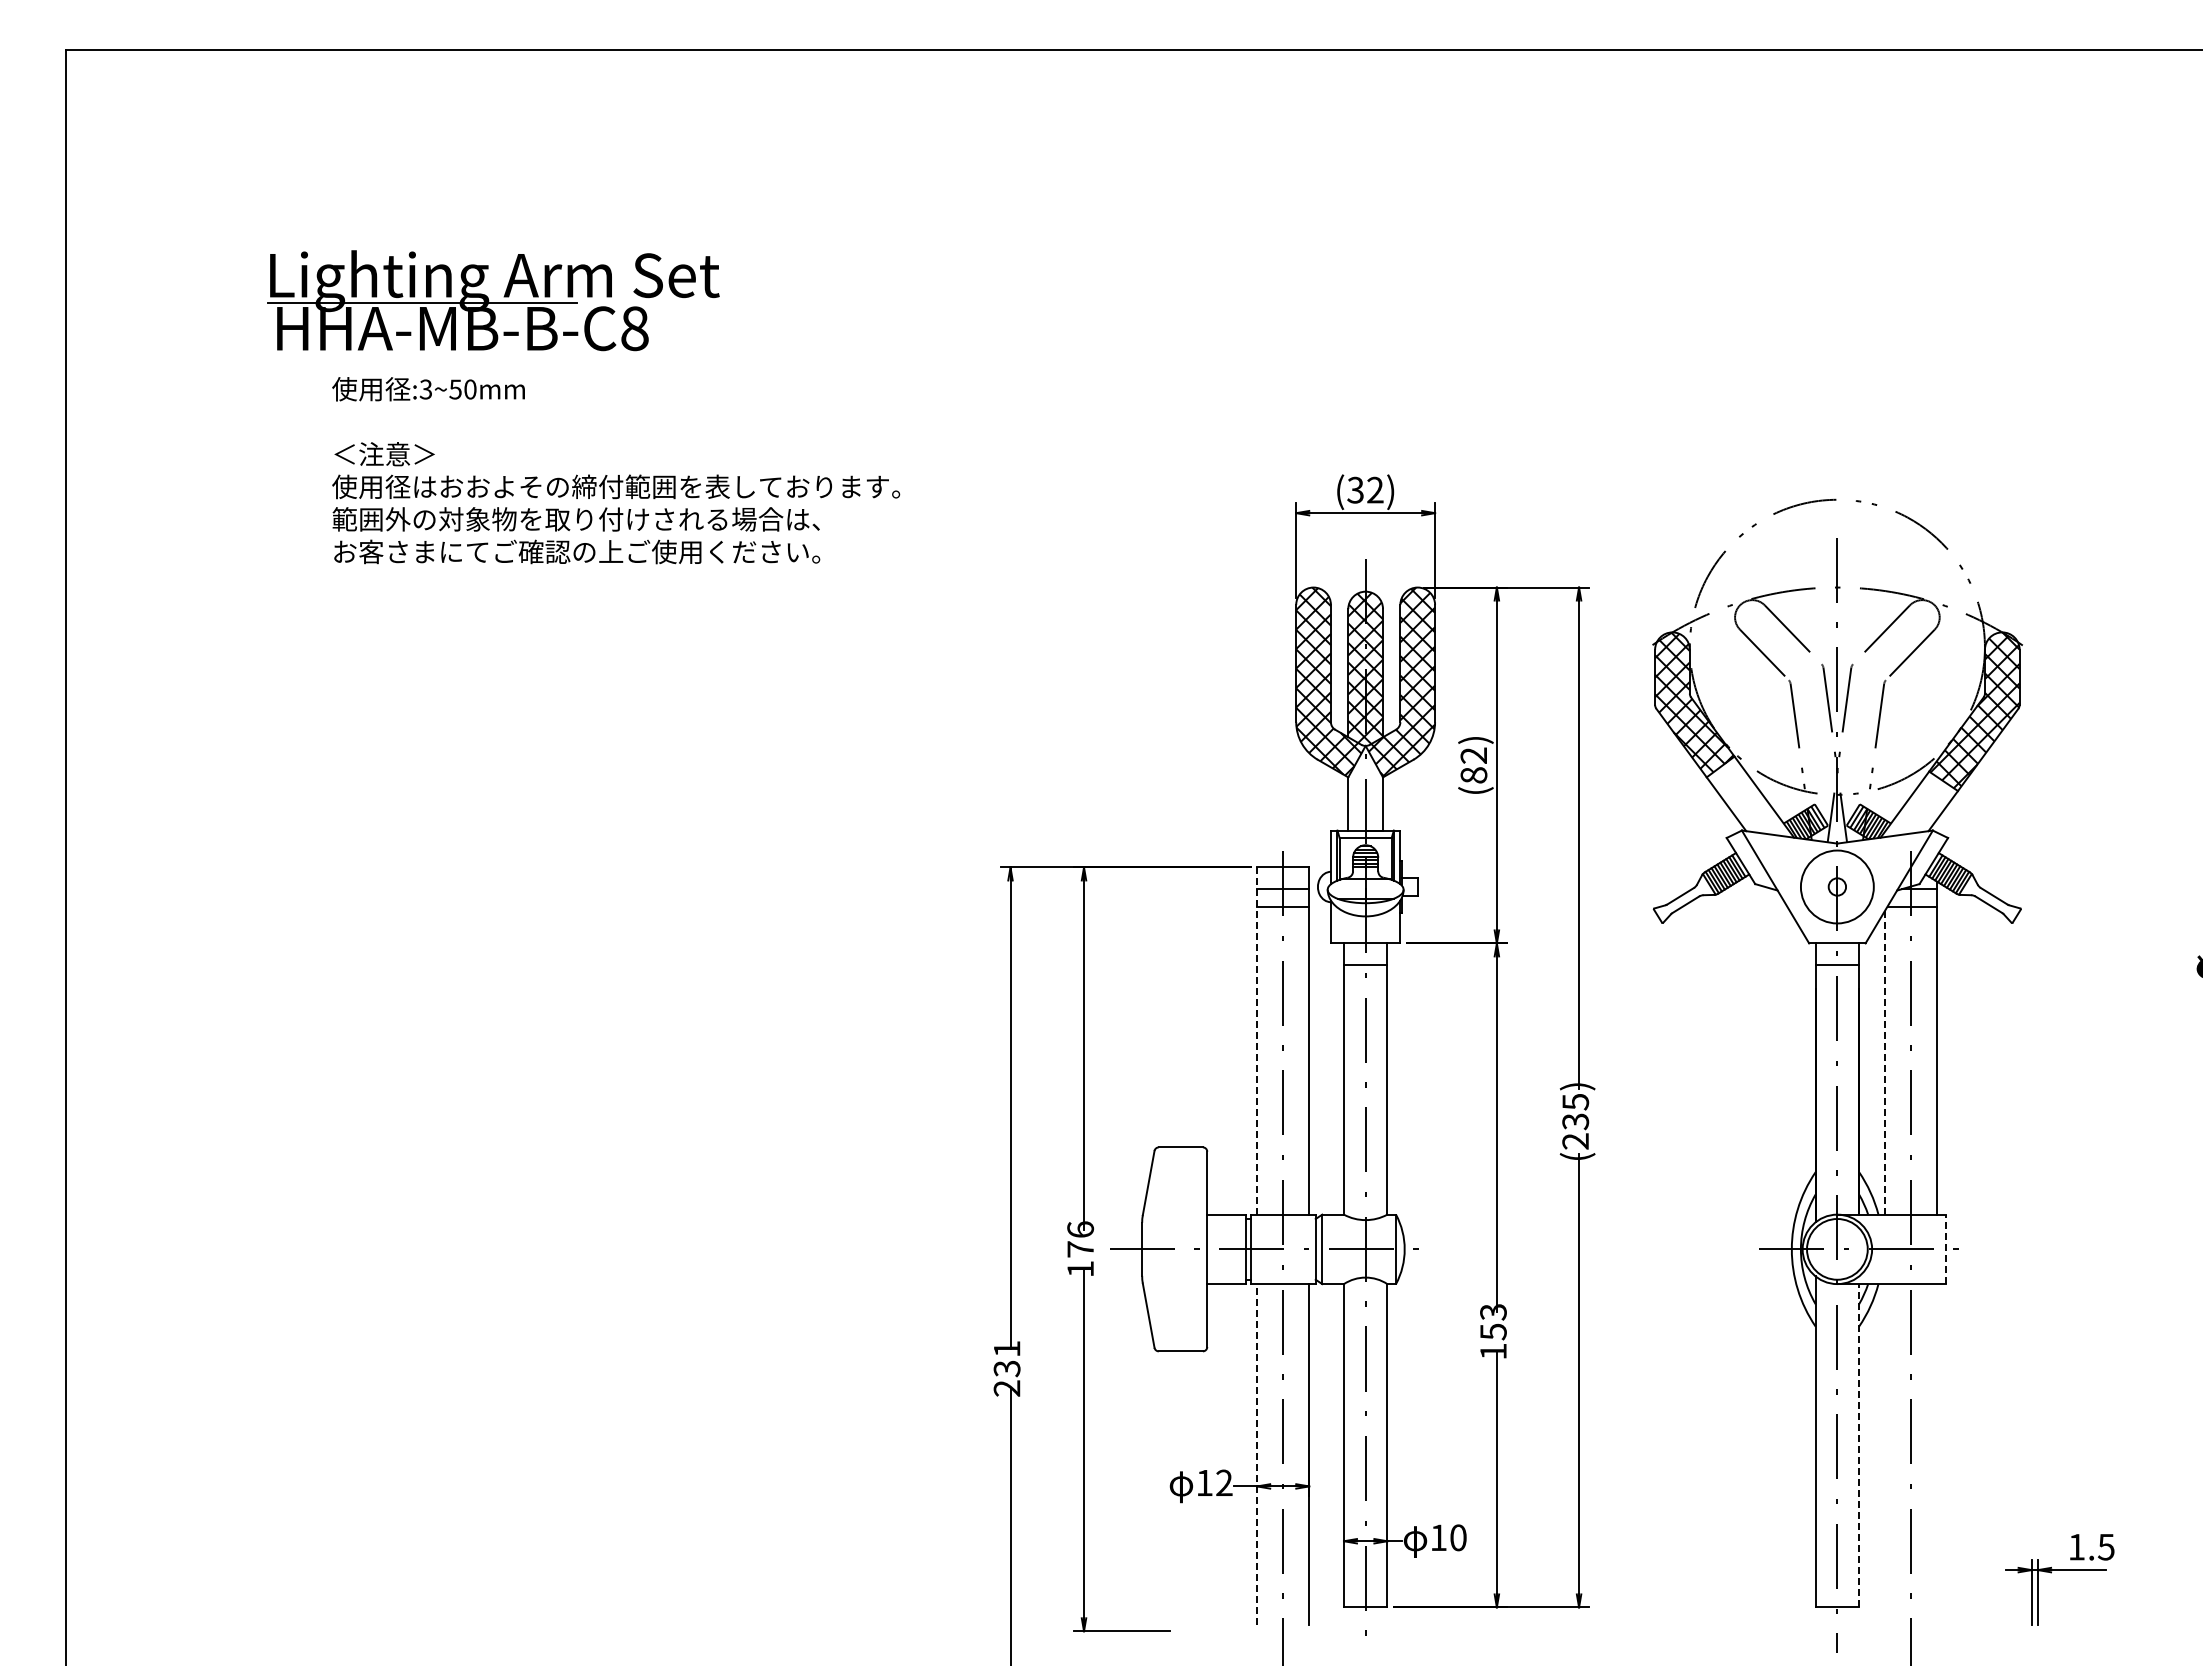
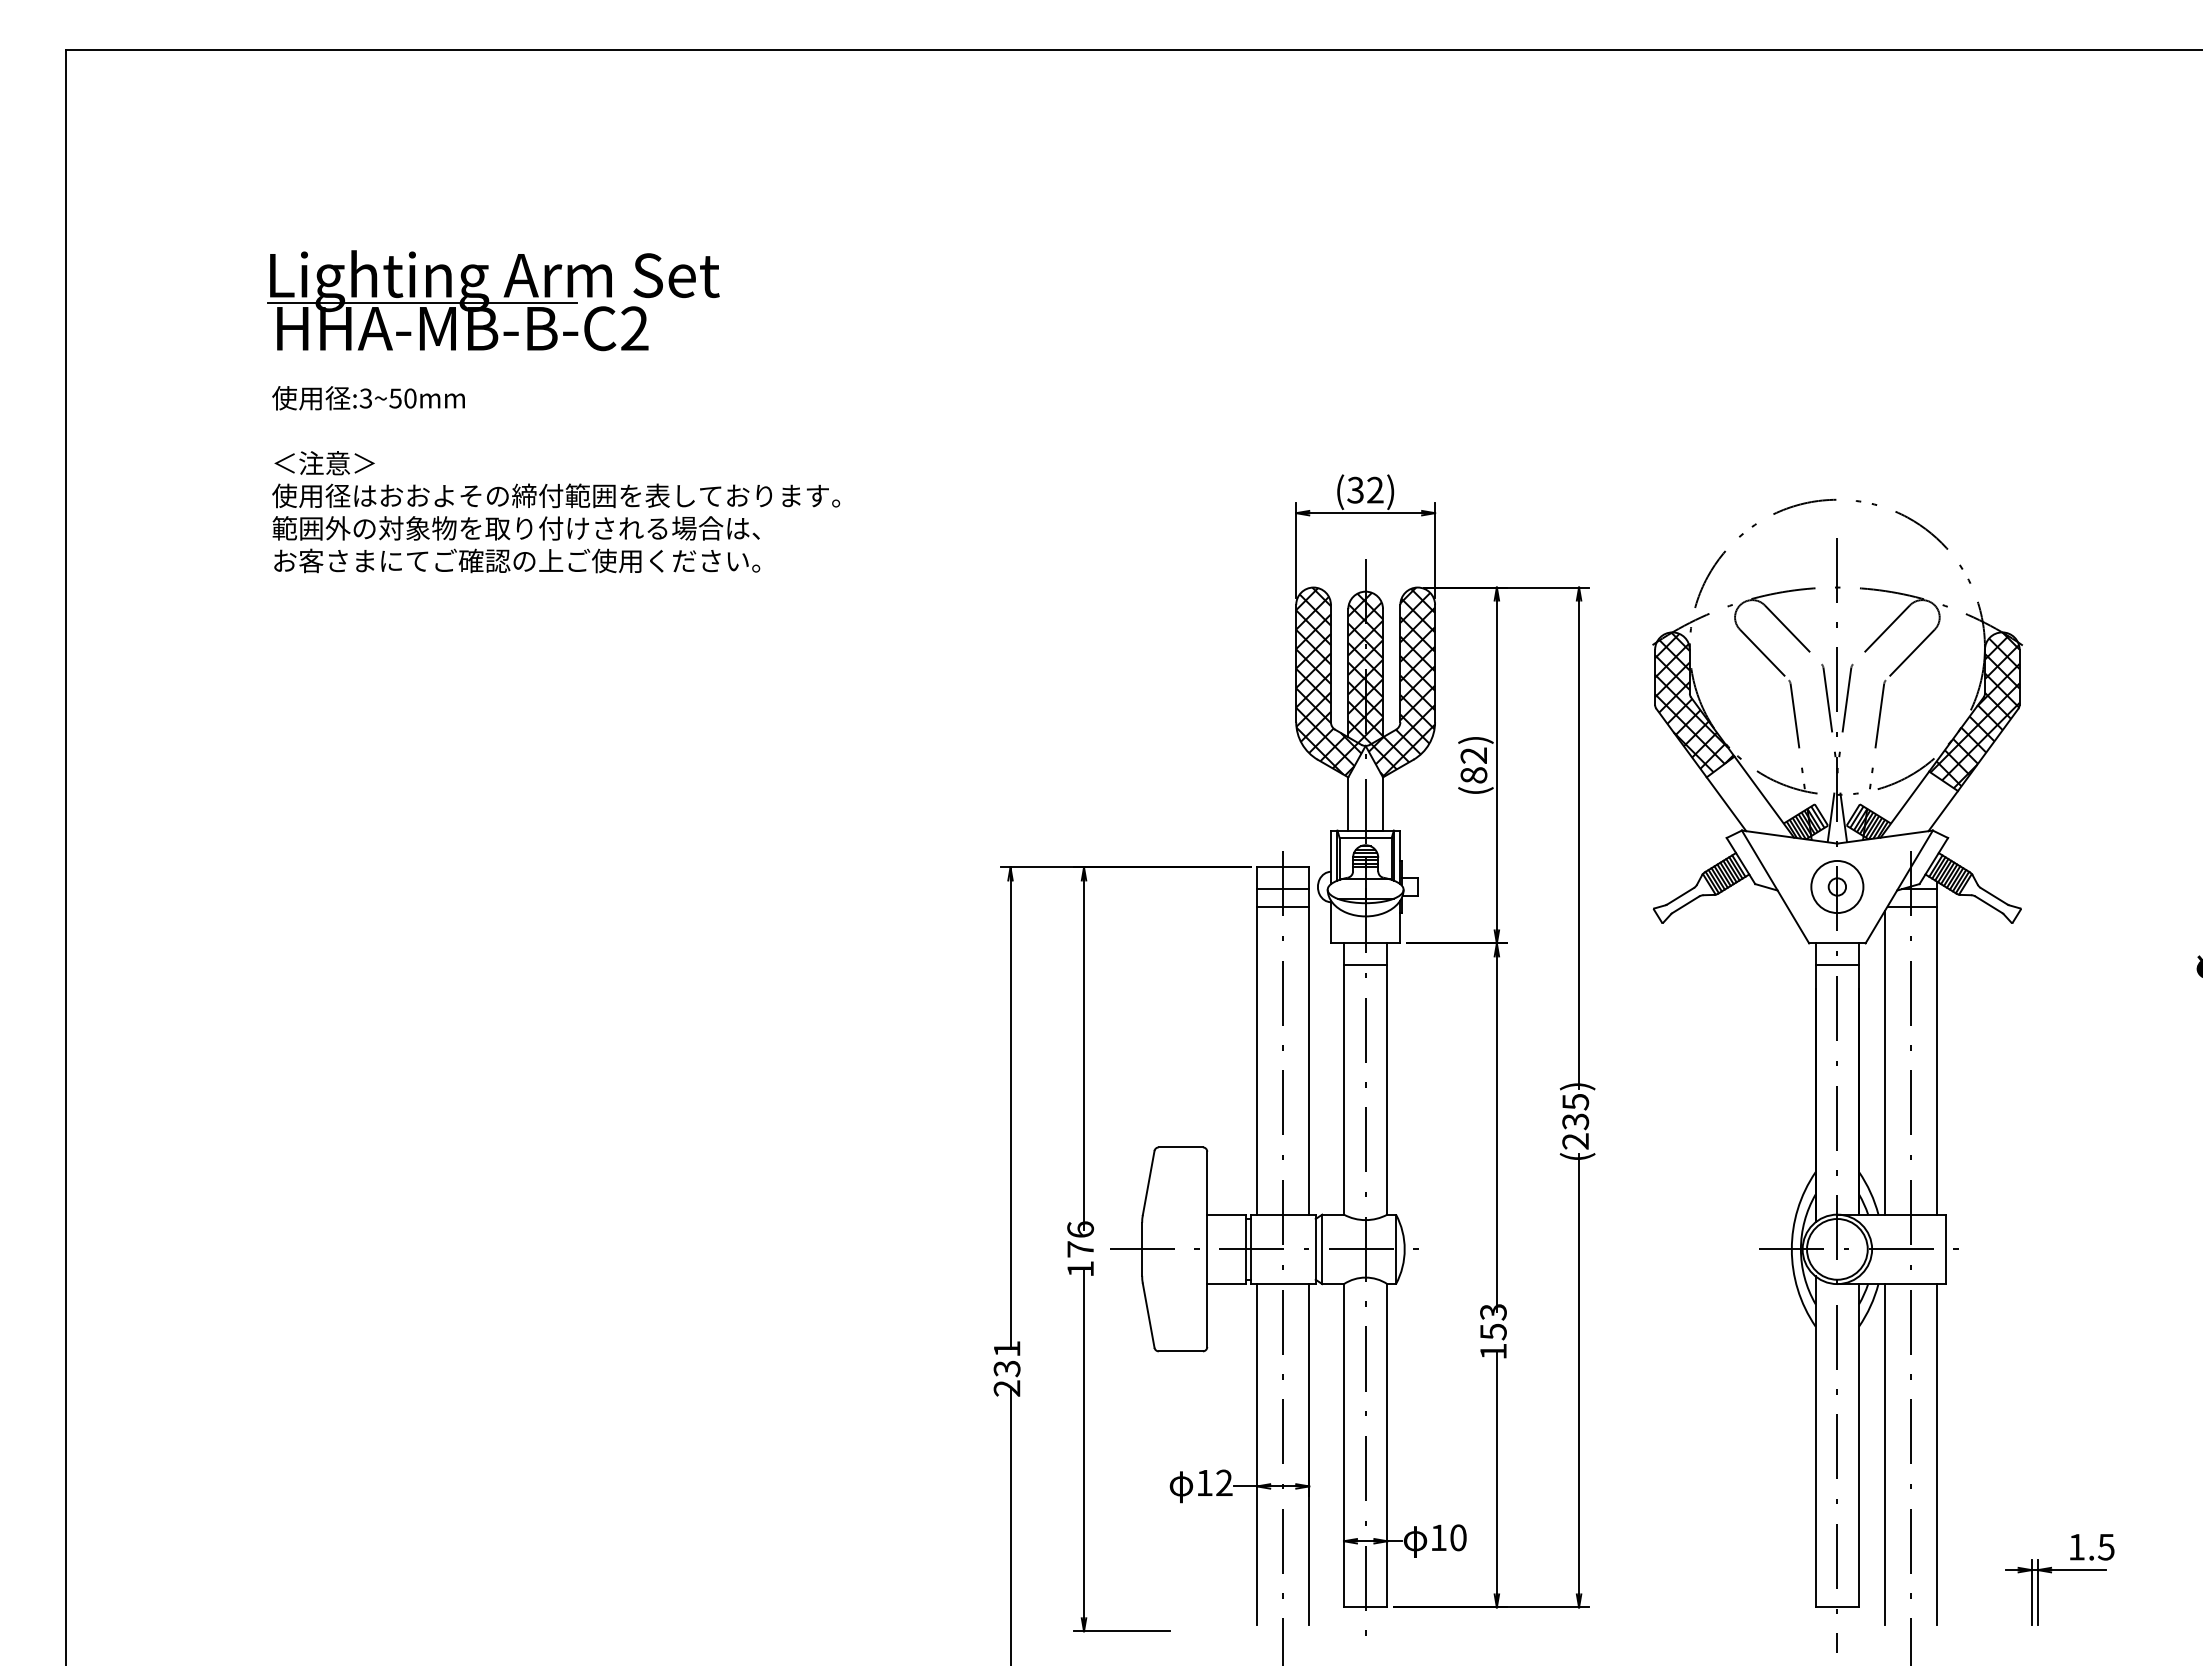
text at (634, 328): HHA-MB-B-C8 -> HHA-MB-B-C2
text at (616, 470) position: (616, 470) -> (556, 479)
circle at (1836, 886) diameter: 73 px -> 52 px
line at (1257, 1041): dashed -> solid
line at (1885, 1062): dashed -> solid
line at (1945, 1249): dashed -> solid
line at (1859, 1445): dashed -> solid
line at (1257, 1453): dashed -> solid
line at (1885, 1454): none -> present
line at (1937, 1454): none -> present
